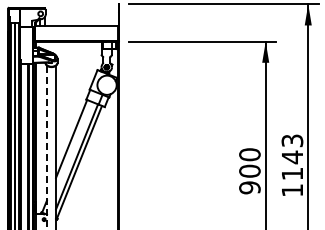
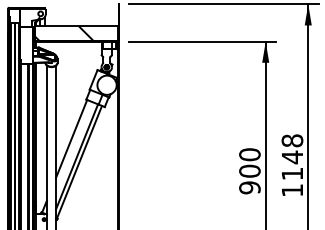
hatch at (64, 33): none -> present
text at (292, 140): 1143 -> 1148
line at (47, 147): dashed -> solid
